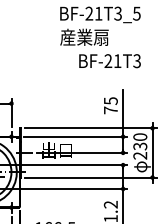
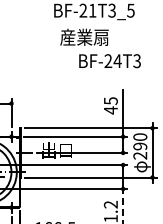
text at (100, 14) position: (100, 14) -> (94, 11)
text at (117, 60): BF-21T3 -> BF-24T3
text at (110, 110): 75 -> 45
text at (140, 146): 230 -> 290
line at (123, 205): solid -> dashed
